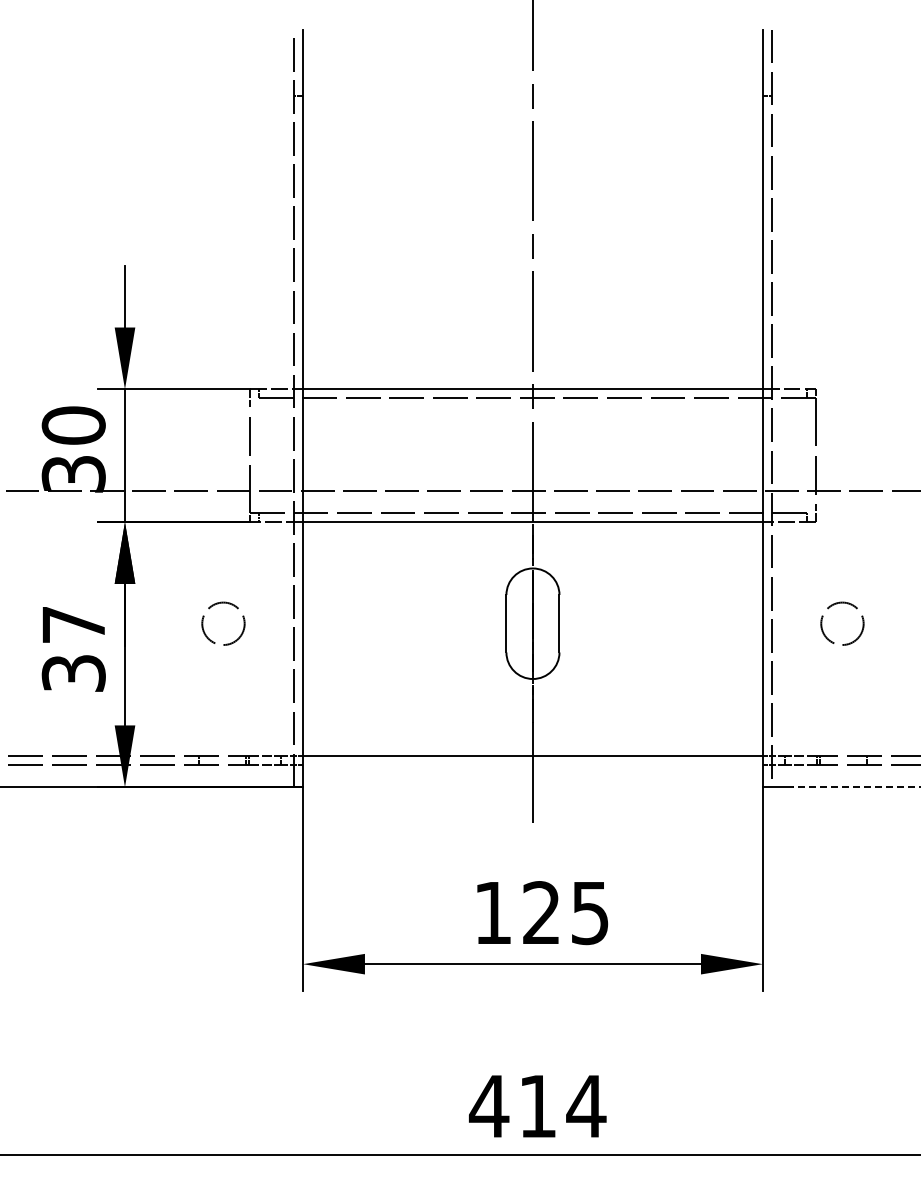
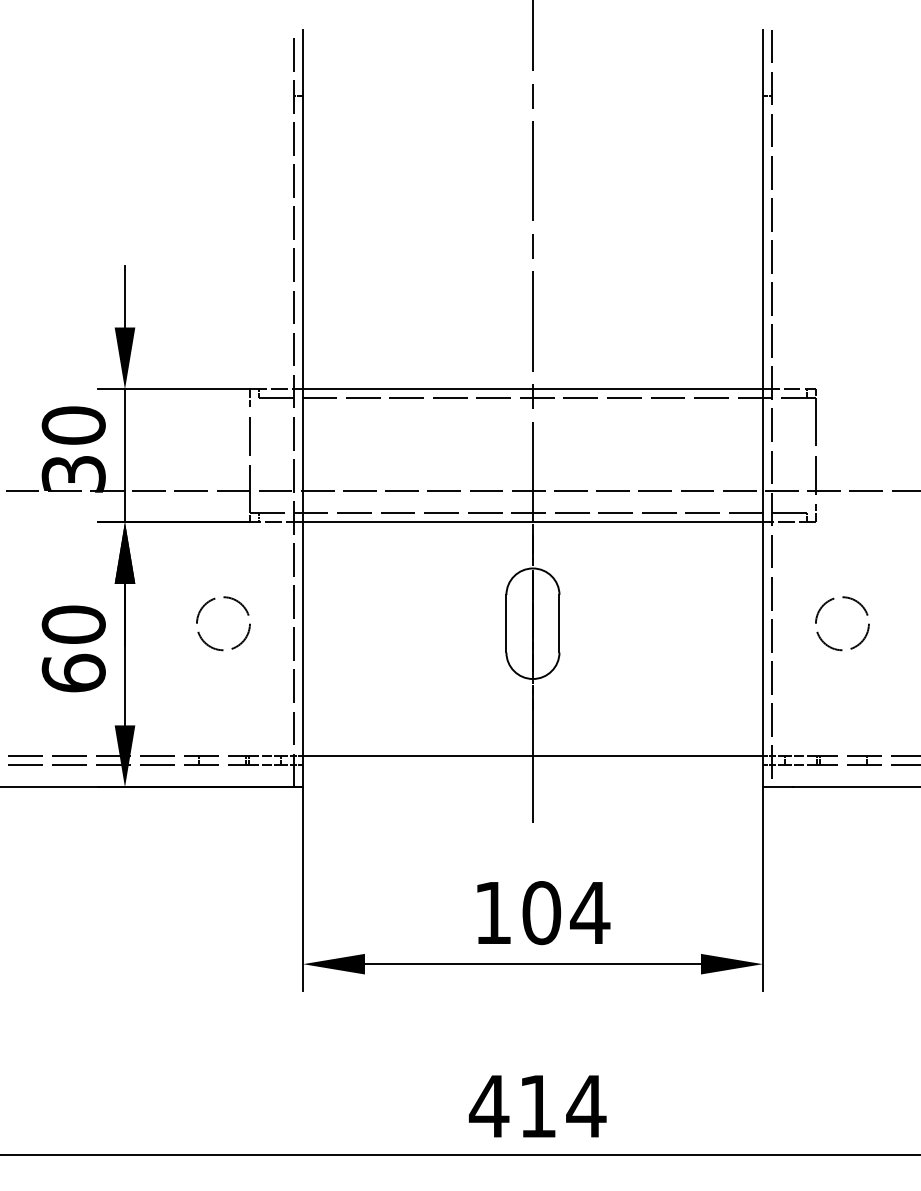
circle at (223, 623) size: 45x45 px -> 55x56 px
circle at (842, 623) size: 45x45 px -> 55x56 px
text at (73, 648): 37 -> 60
line at (856, 787): dashed -> solid
text at (566, 913): 125 -> 104
